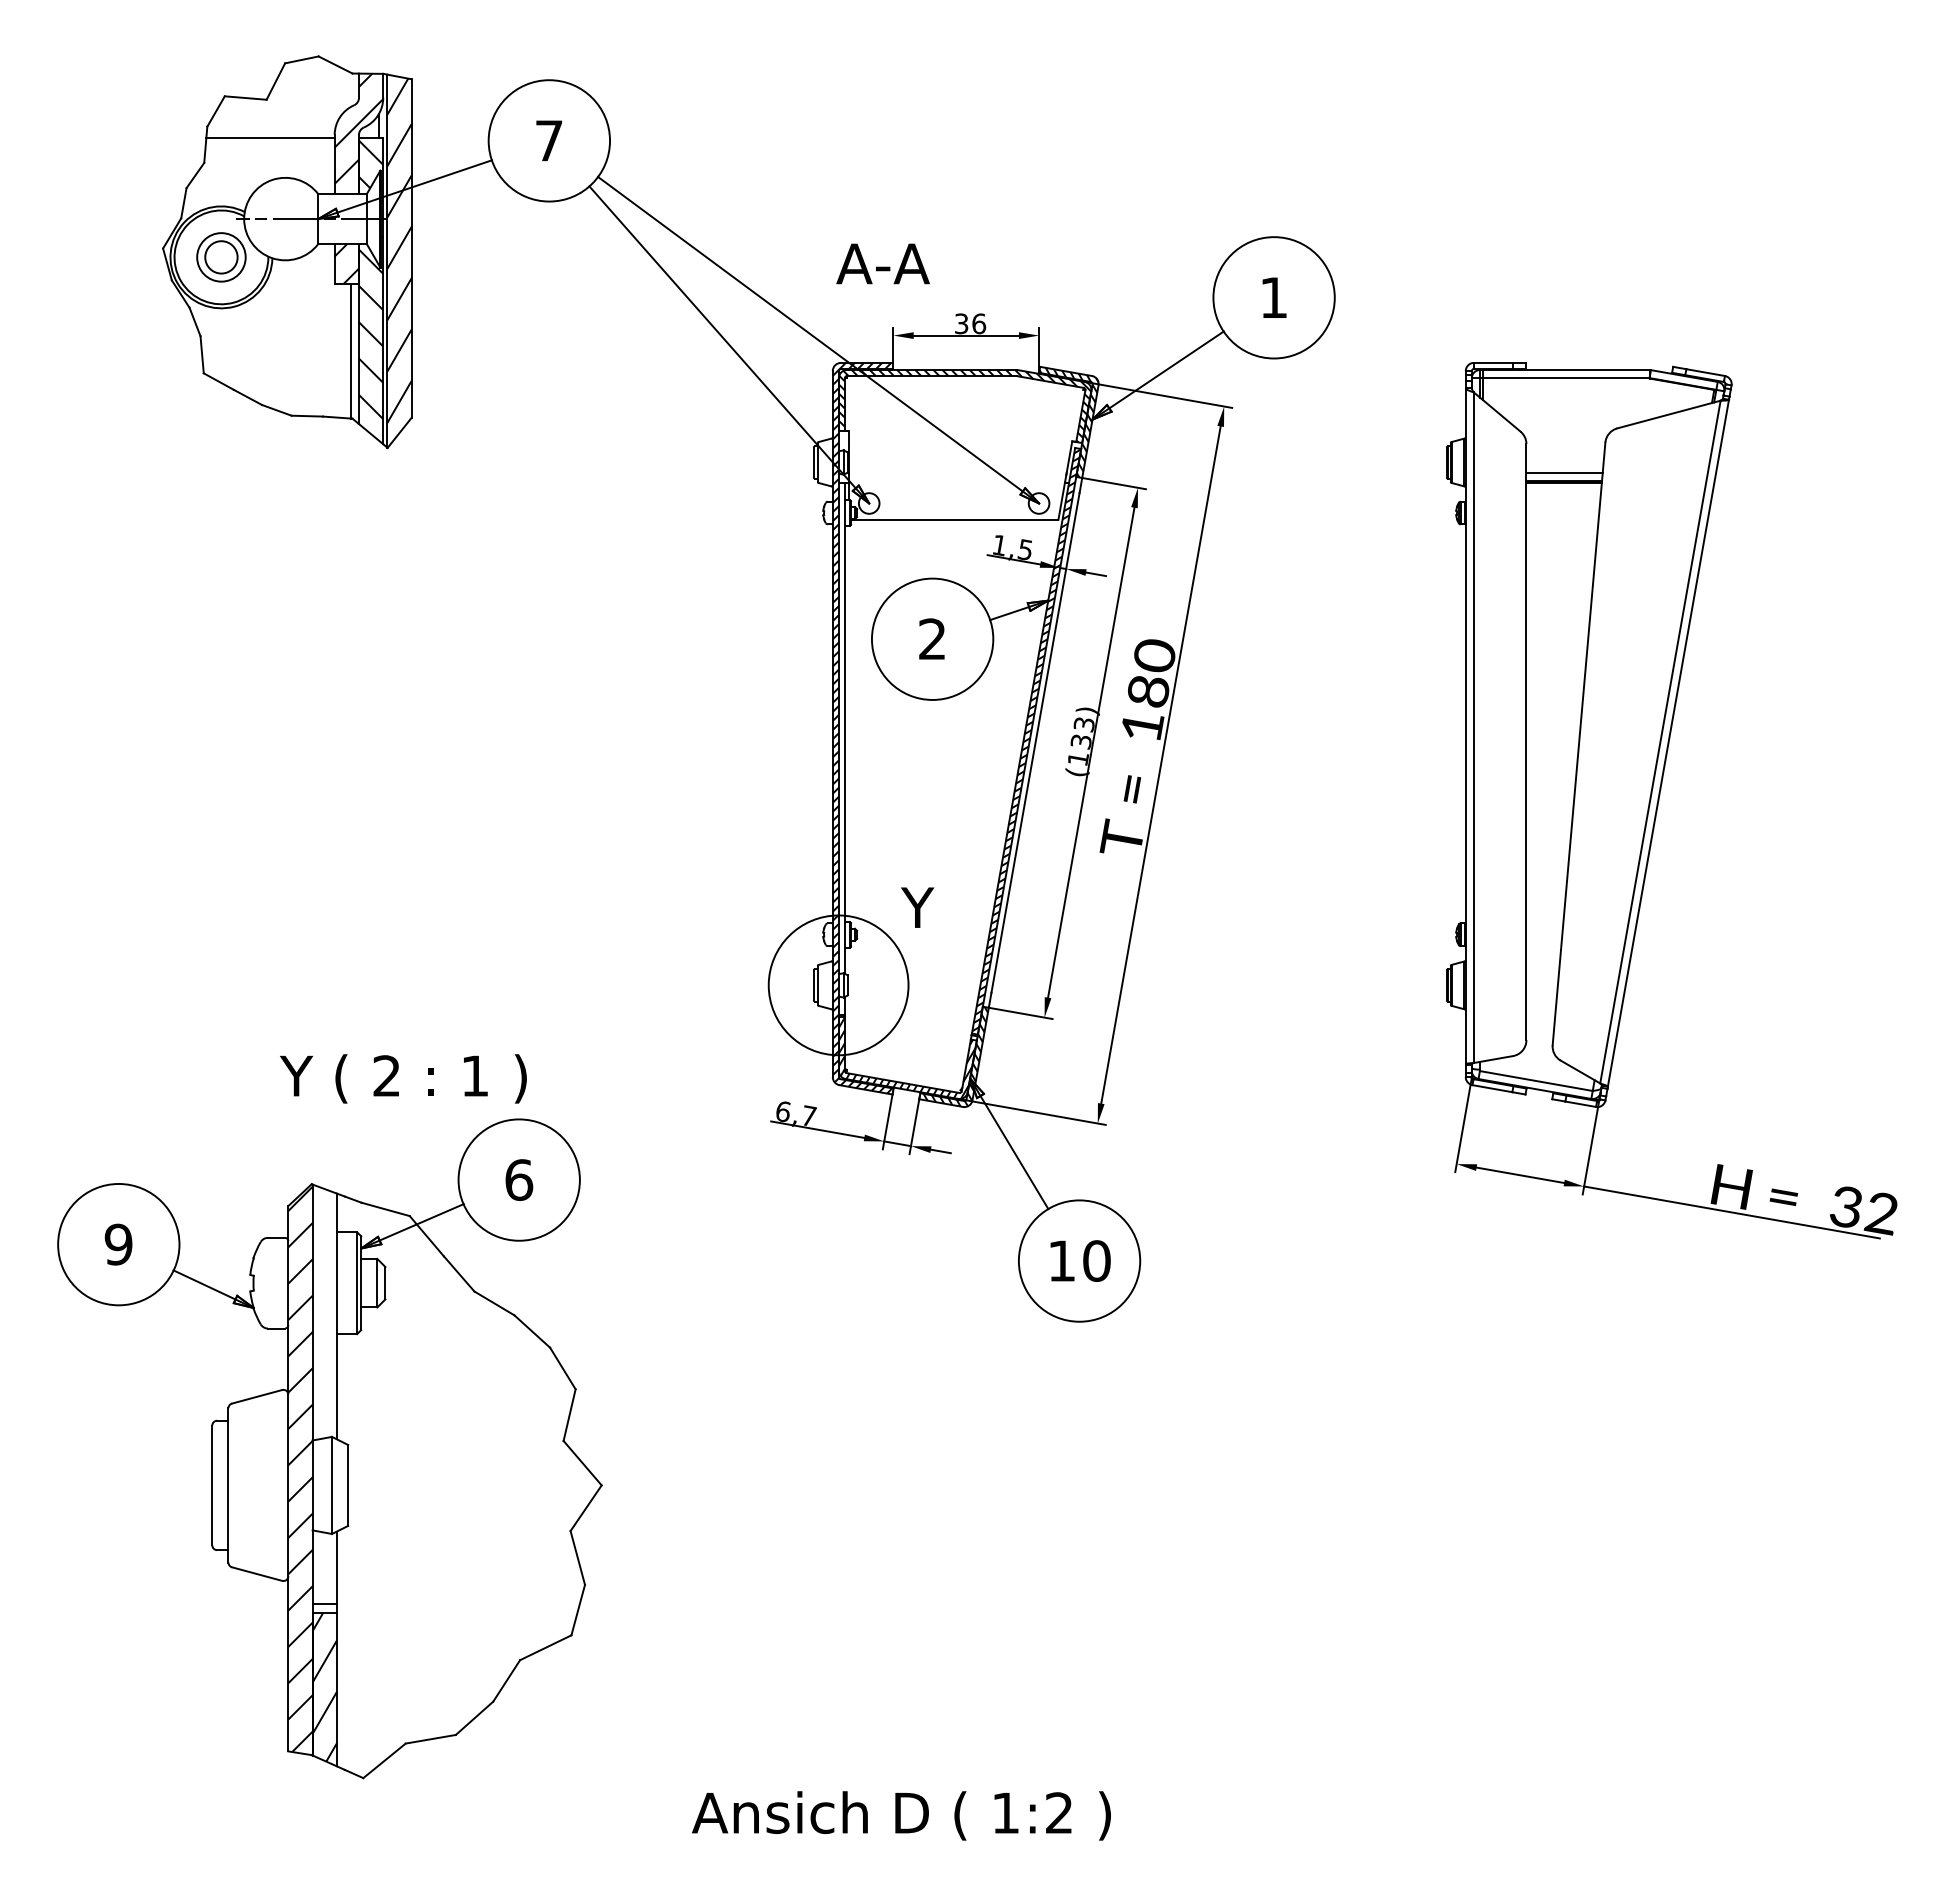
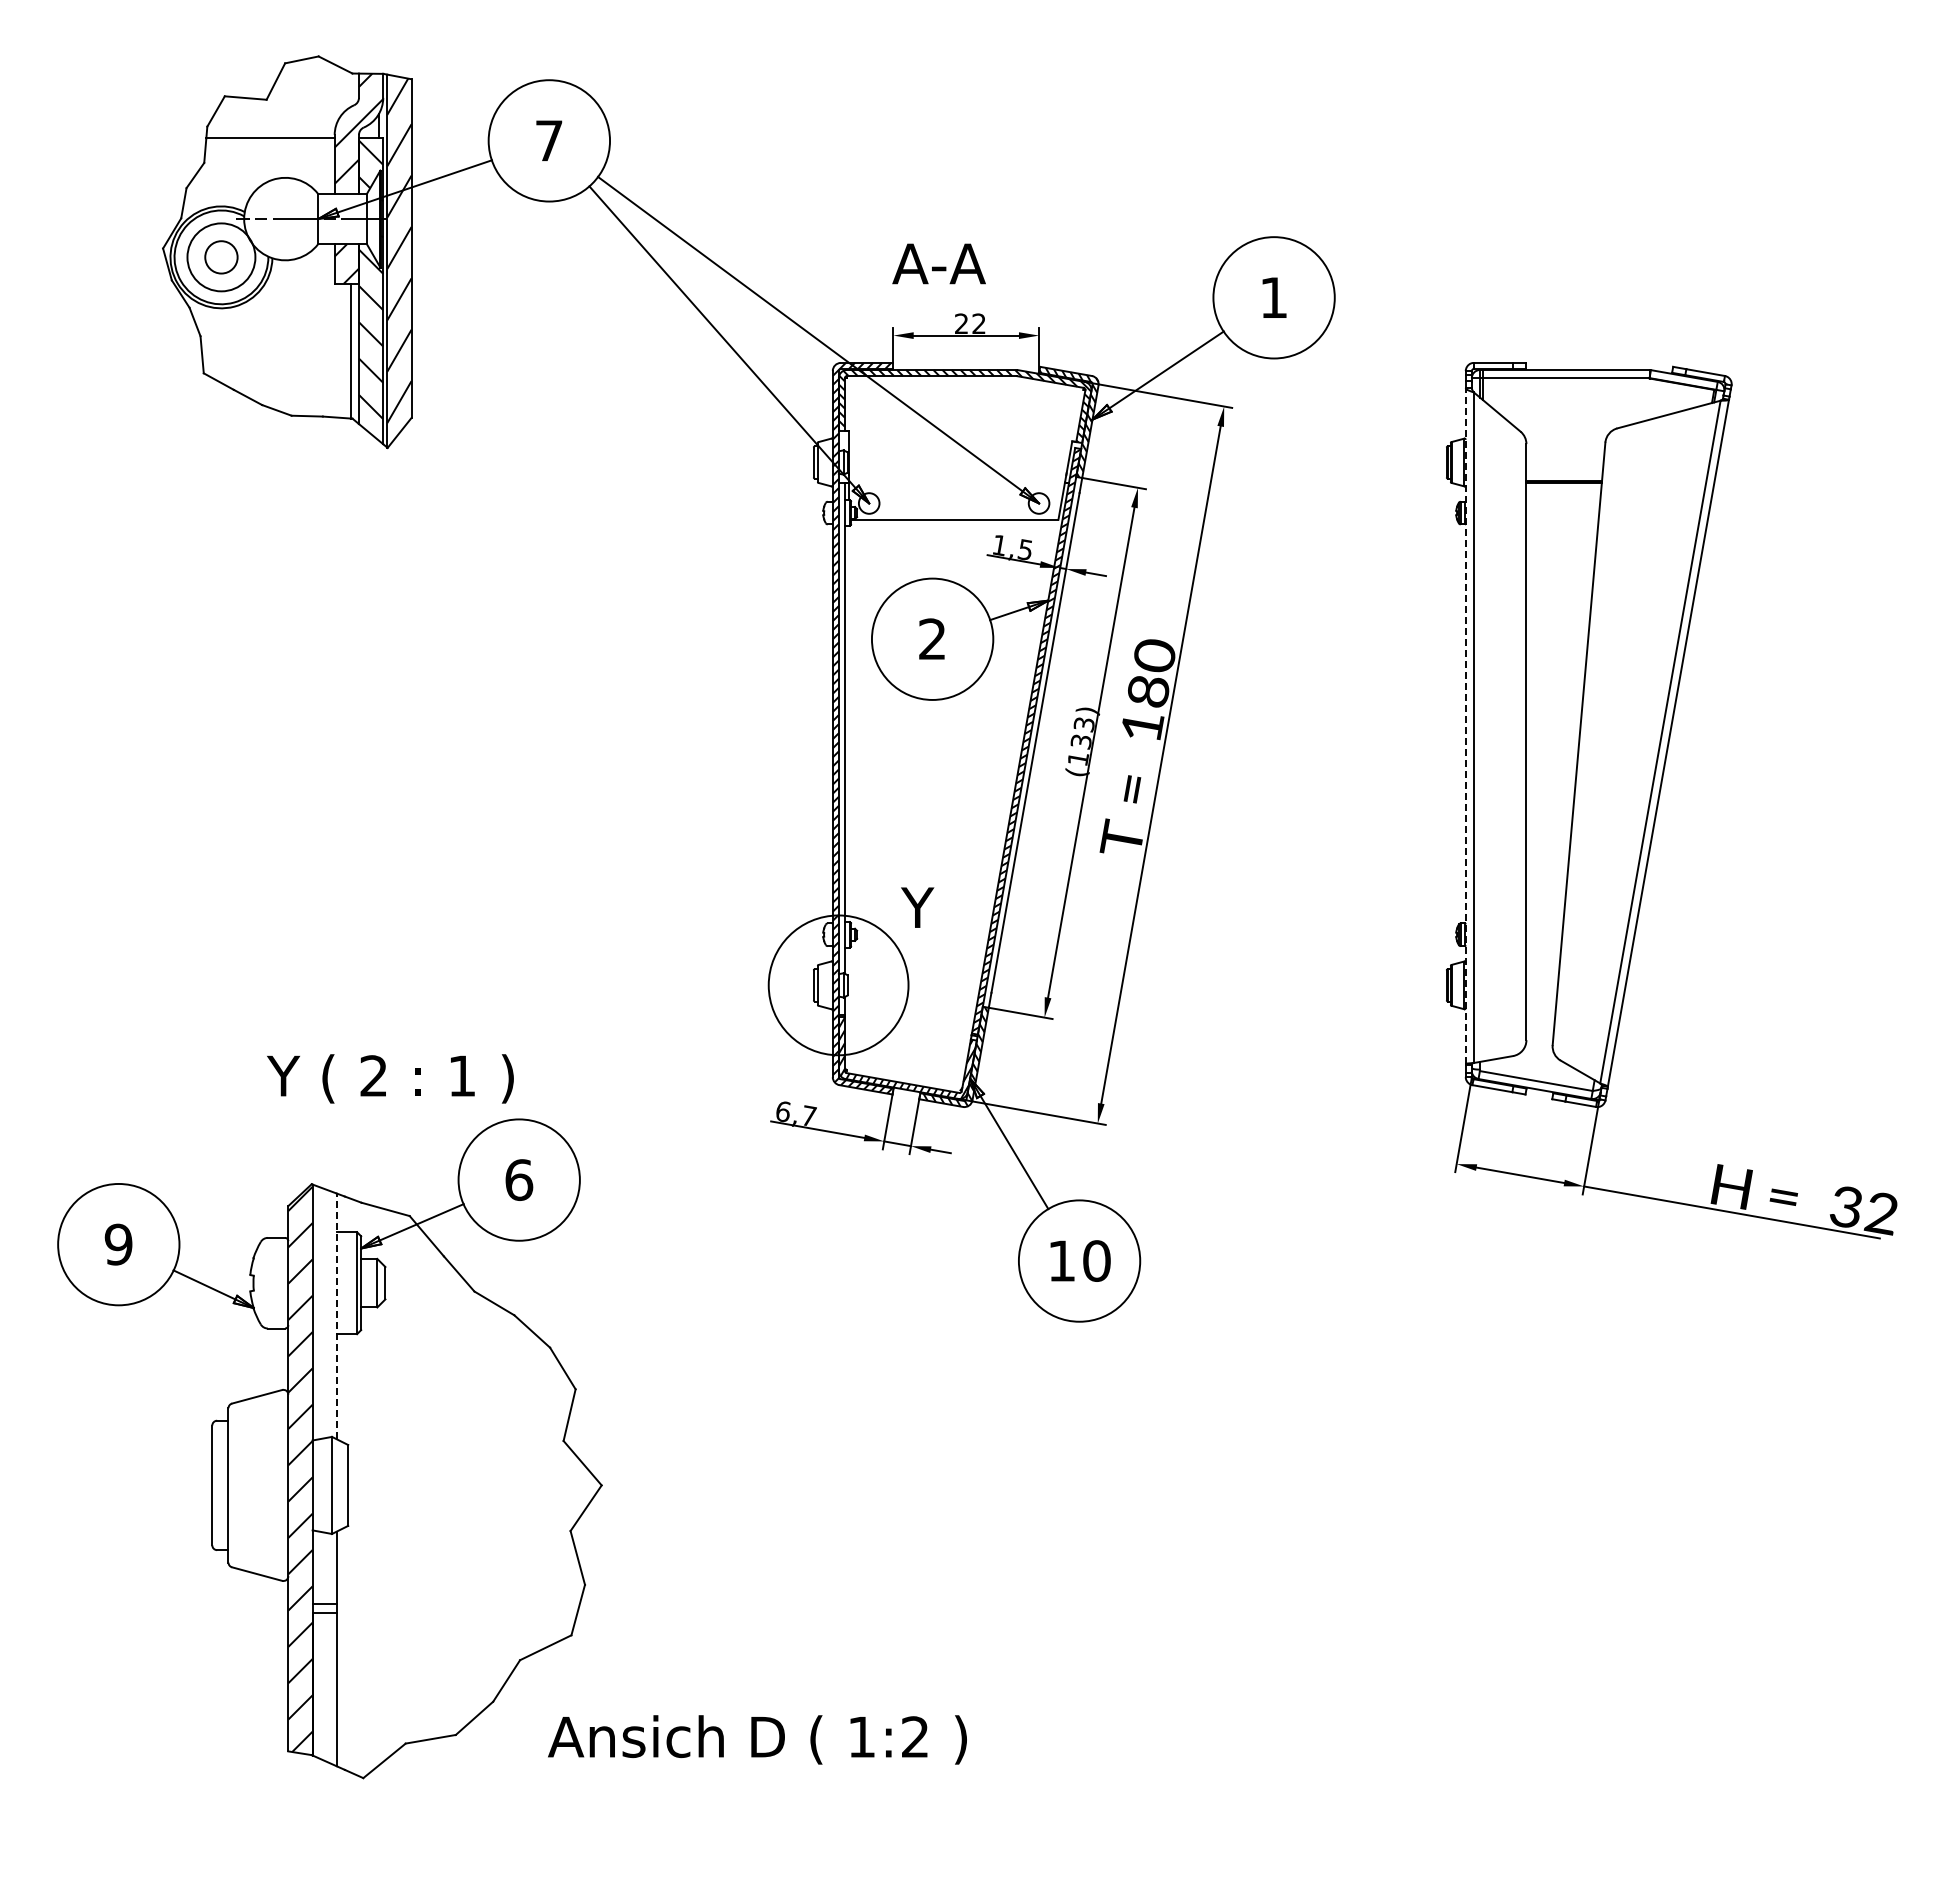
circle at (221, 257) diameter: 49 px -> 68 px
text at (882, 263) position: (882, 263) -> (938, 263)
text at (970, 323): 36 -> 22
line at (1564, 473): present -> none
line at (1465, 726): solid -> dashed
text at (403, 1078) position: (403, 1078) -> (390, 1078)
line at (336, 1316): solid -> dashed
hatch at (324, 1686): present -> none
text at (901, 1815) position: (901, 1815) -> (757, 1739)
